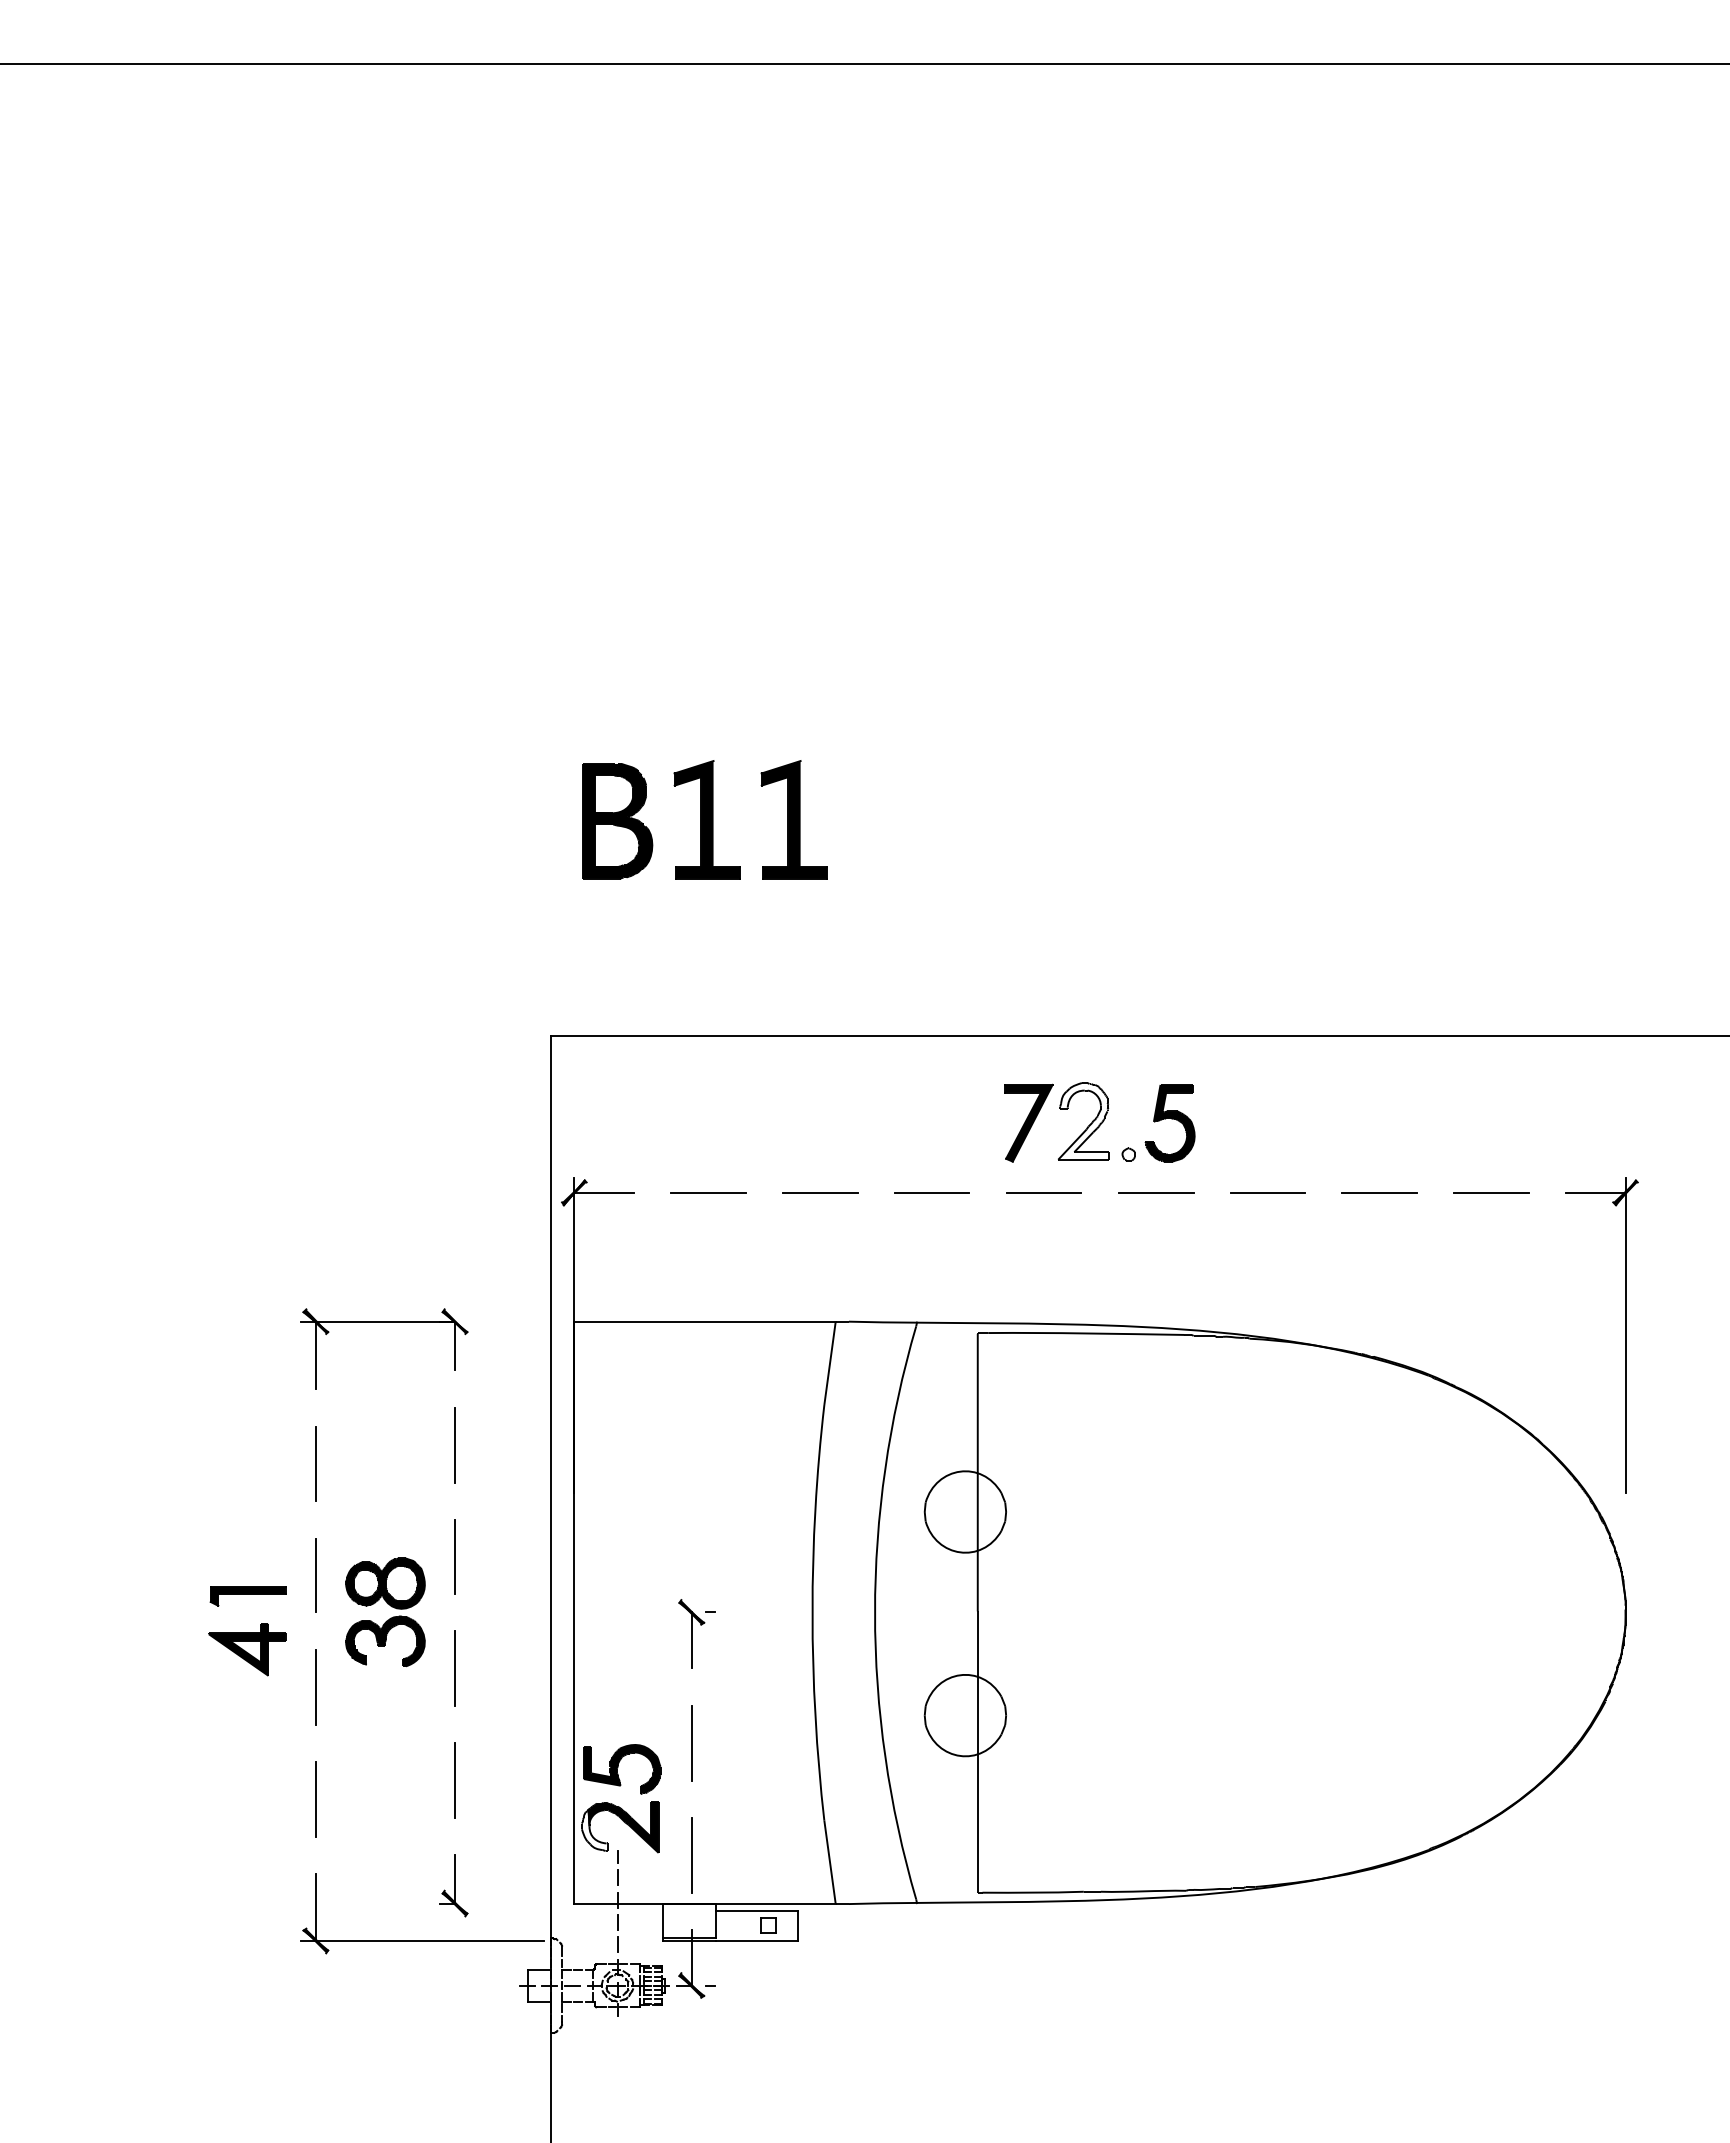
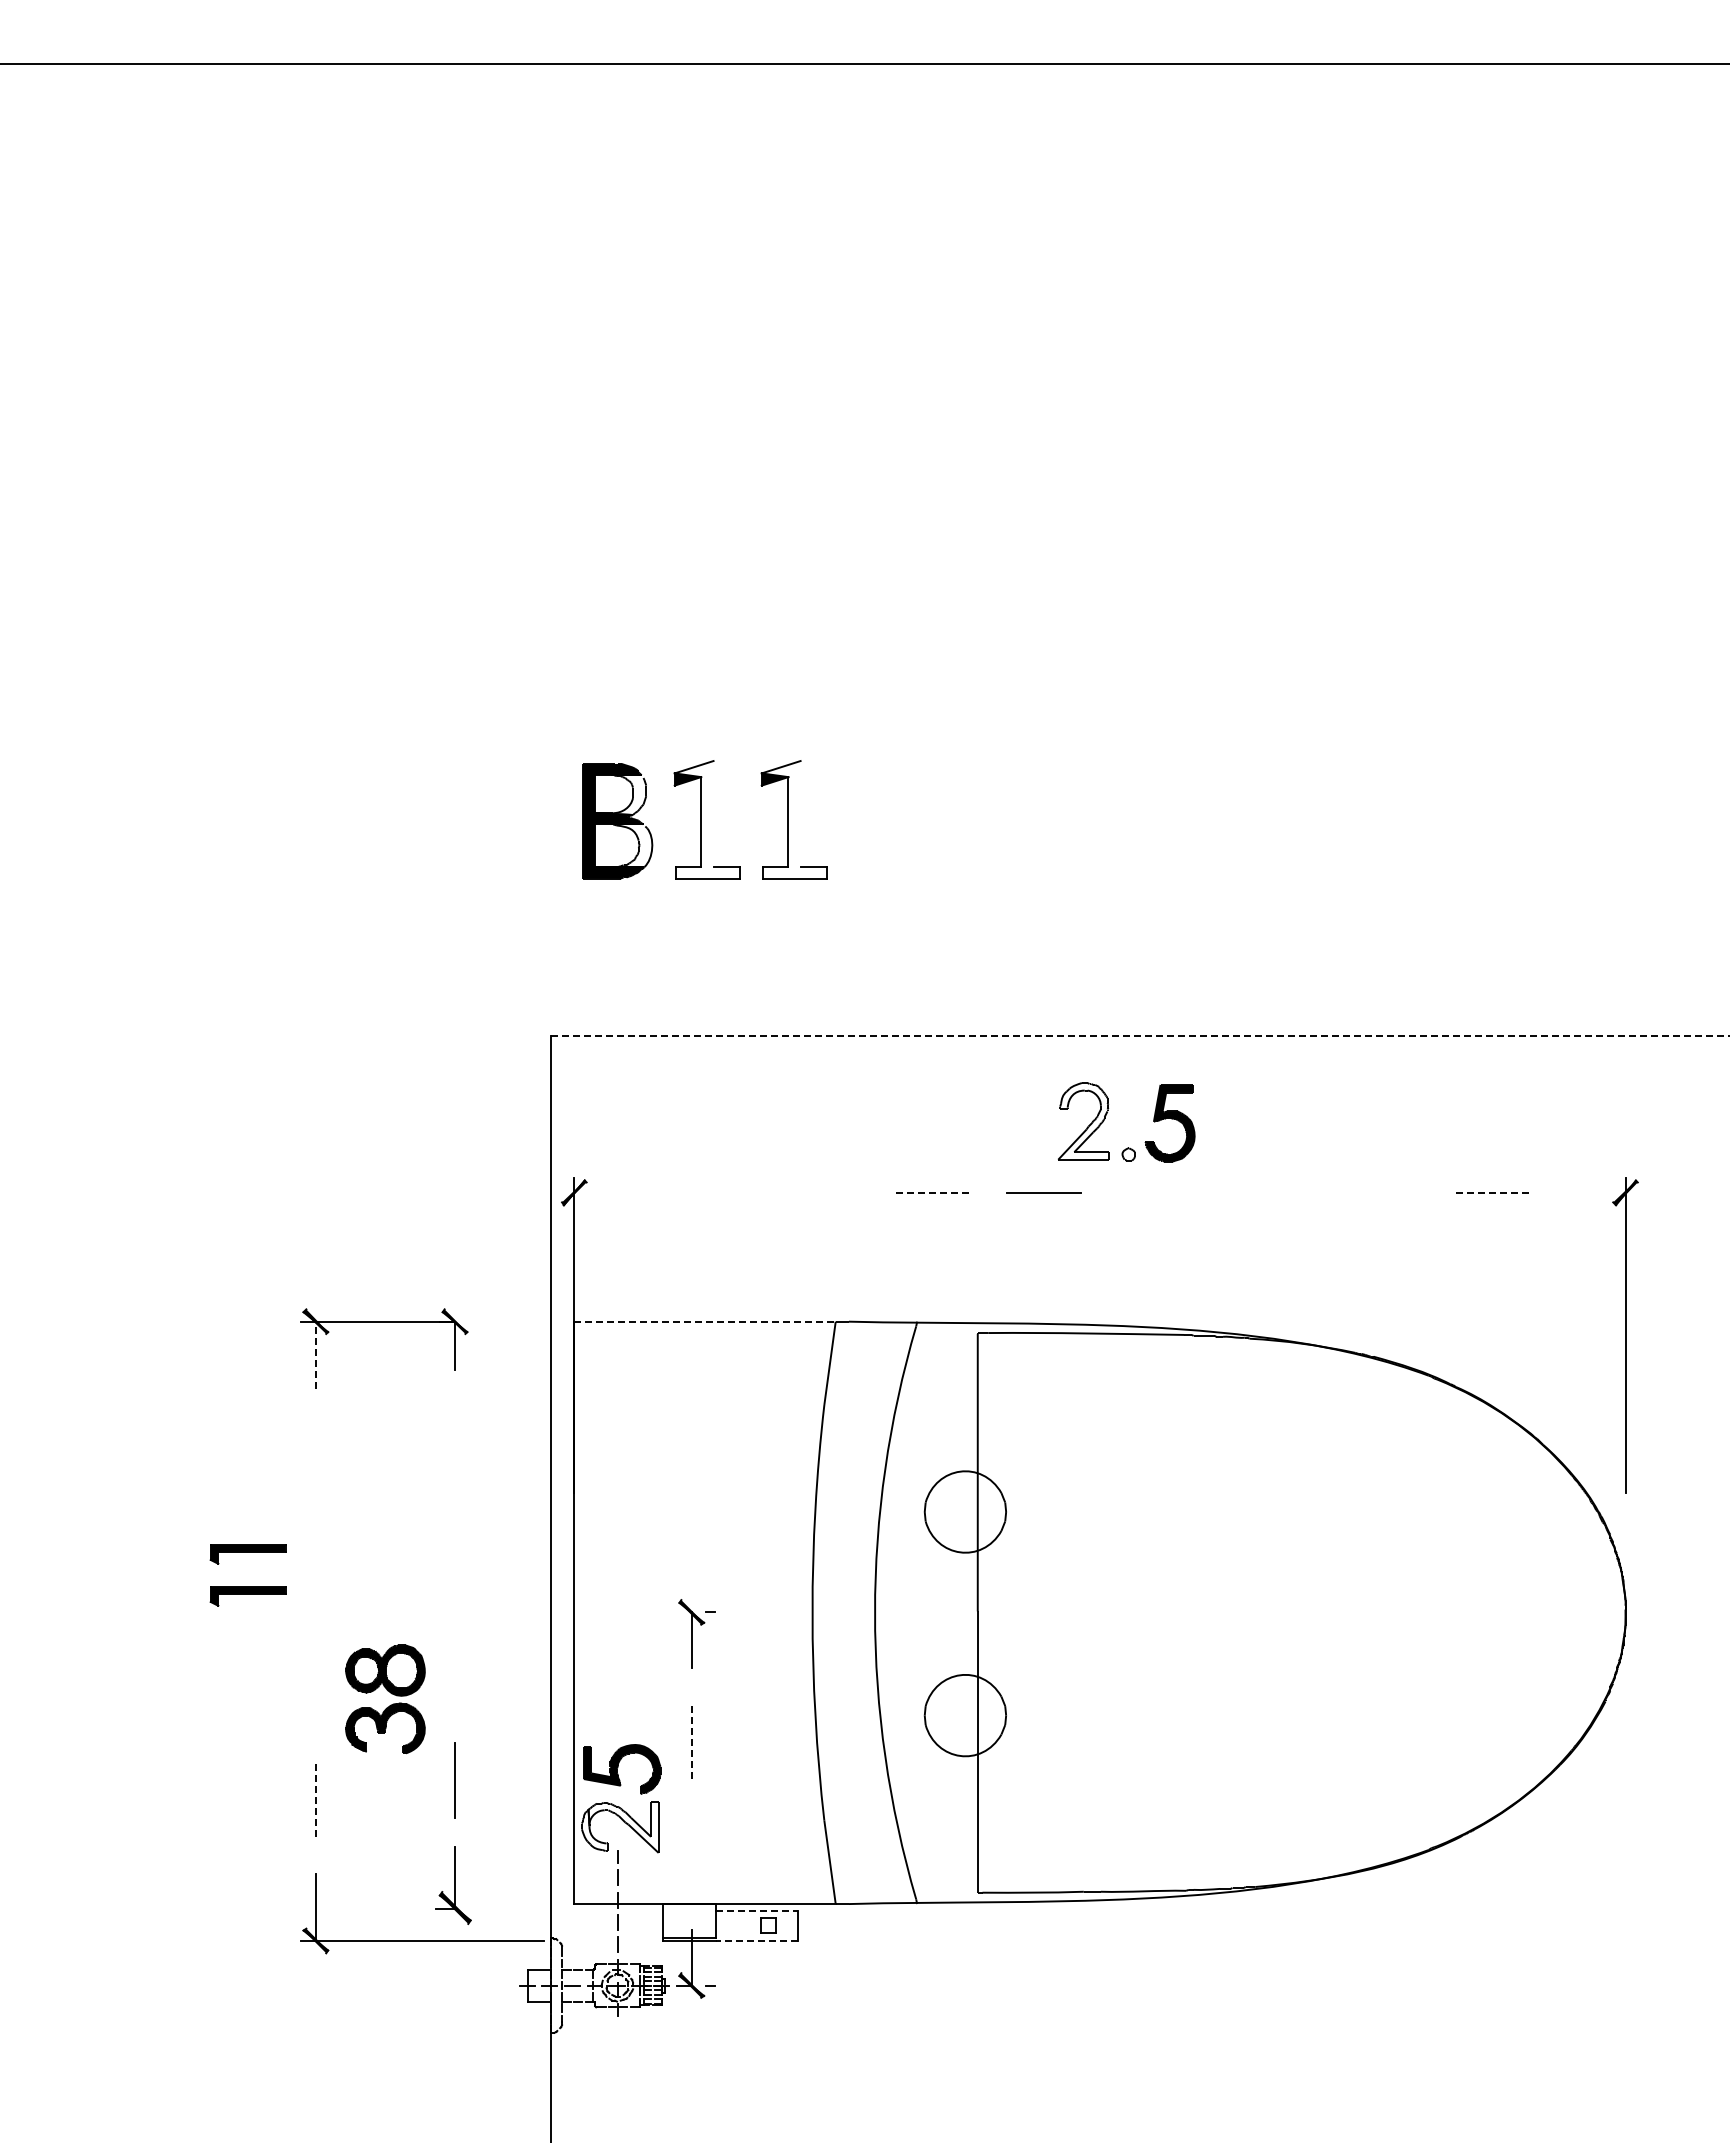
fill at (620, 795): present -> none
fill at (707, 819): present -> none
fill at (794, 819): present -> none
fill at (623, 845): present -> none
line at (1140, 1035): solid -> dashed
part at (1028, 1122): present -> none
line at (604, 1192): present -> none
line at (707, 1192): present -> none
line at (819, 1192): present -> none
line at (932, 1192): solid -> dashed
line at (1155, 1192): present -> none
line at (1267, 1192): present -> none
line at (1379, 1192): present -> none
line at (1491, 1192): solid -> dashed
line at (1595, 1192): present -> none
line at (705, 1321): solid -> dashed
line at (315, 1355): solid -> dashed
line at (455, 1444): present -> none
line at (315, 1463): present -> none
part at (247, 1554): none -> present
line at (455, 1556): present -> none
line at (315, 1575): present -> none
part at (390, 1617) position: (390, 1617) -> (390, 1704)
part at (247, 1649): present -> none
line at (455, 1668): present -> none
line at (315, 1687): present -> none
line at (691, 1744): solid -> dashed
line at (315, 1798): solid -> dashed
fill at (623, 1826): present -> none
line at (691, 1854): present -> none
part at (453, 1885) size: 30x64 px -> 37x79 px
line at (757, 1910): solid -> dashed
line at (757, 1941): solid -> dashed
